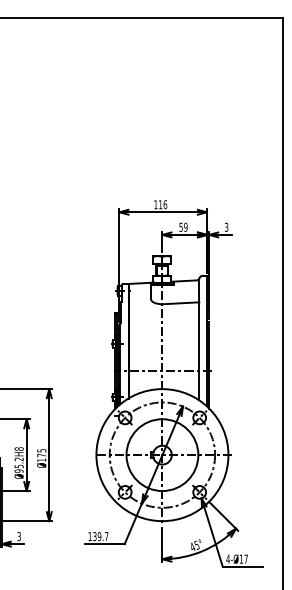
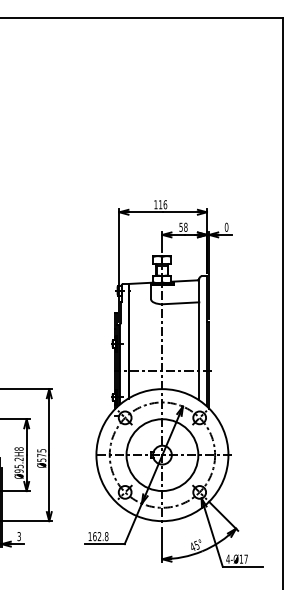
text at (226, 226): 3 -> 0
text at (185, 227): 59 -> 58
text at (41, 459): Ø175 -> Ø575
text at (100, 536): 139.7 -> 162.8
